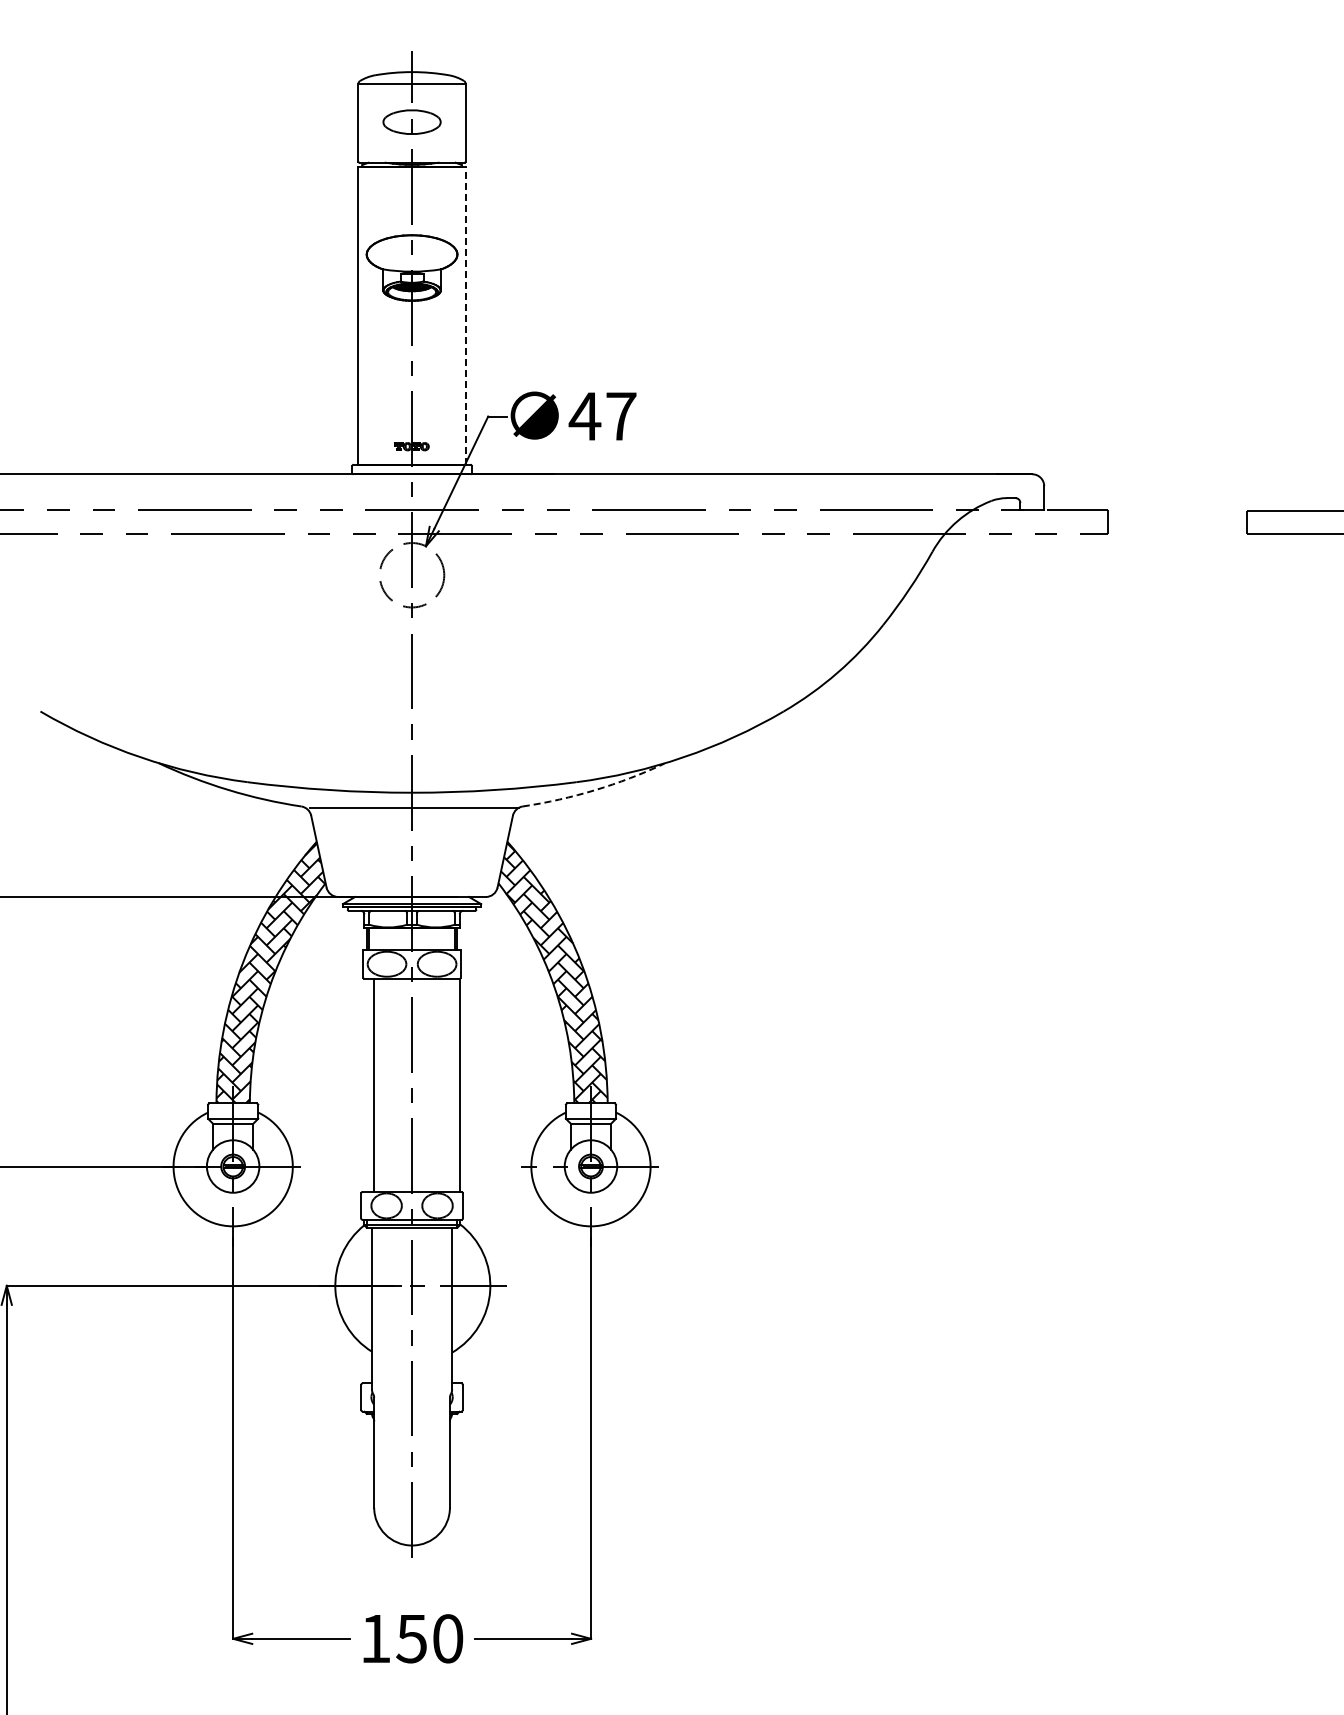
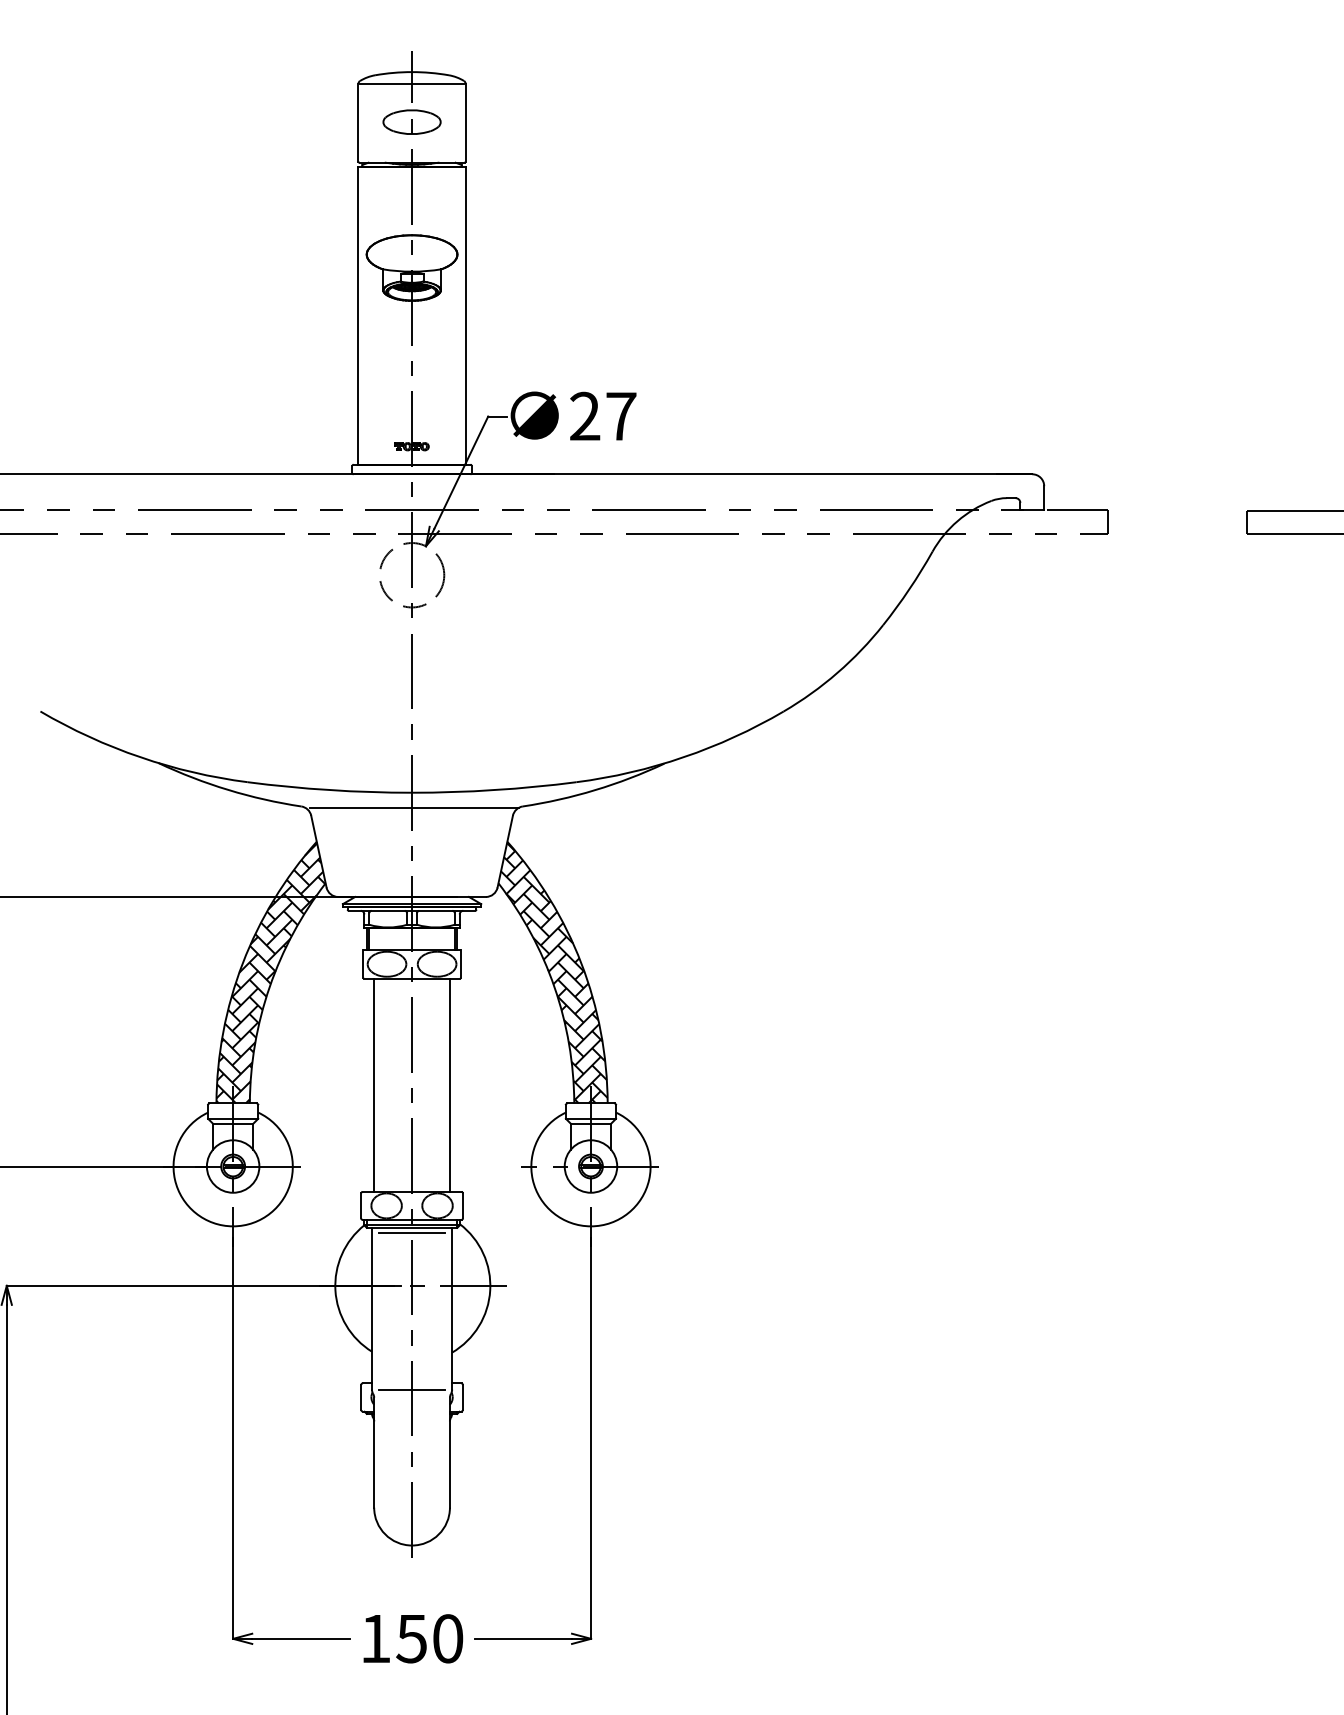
line at (465, 315): dashed -> solid
text at (584, 415): 47 -> 27
arc at (595, 790): dashed -> solid
line at (459, 1084) position: (459, 1084) -> (449, 1084)
line at (411, 1233): none -> present
line at (411, 1389): none -> present
